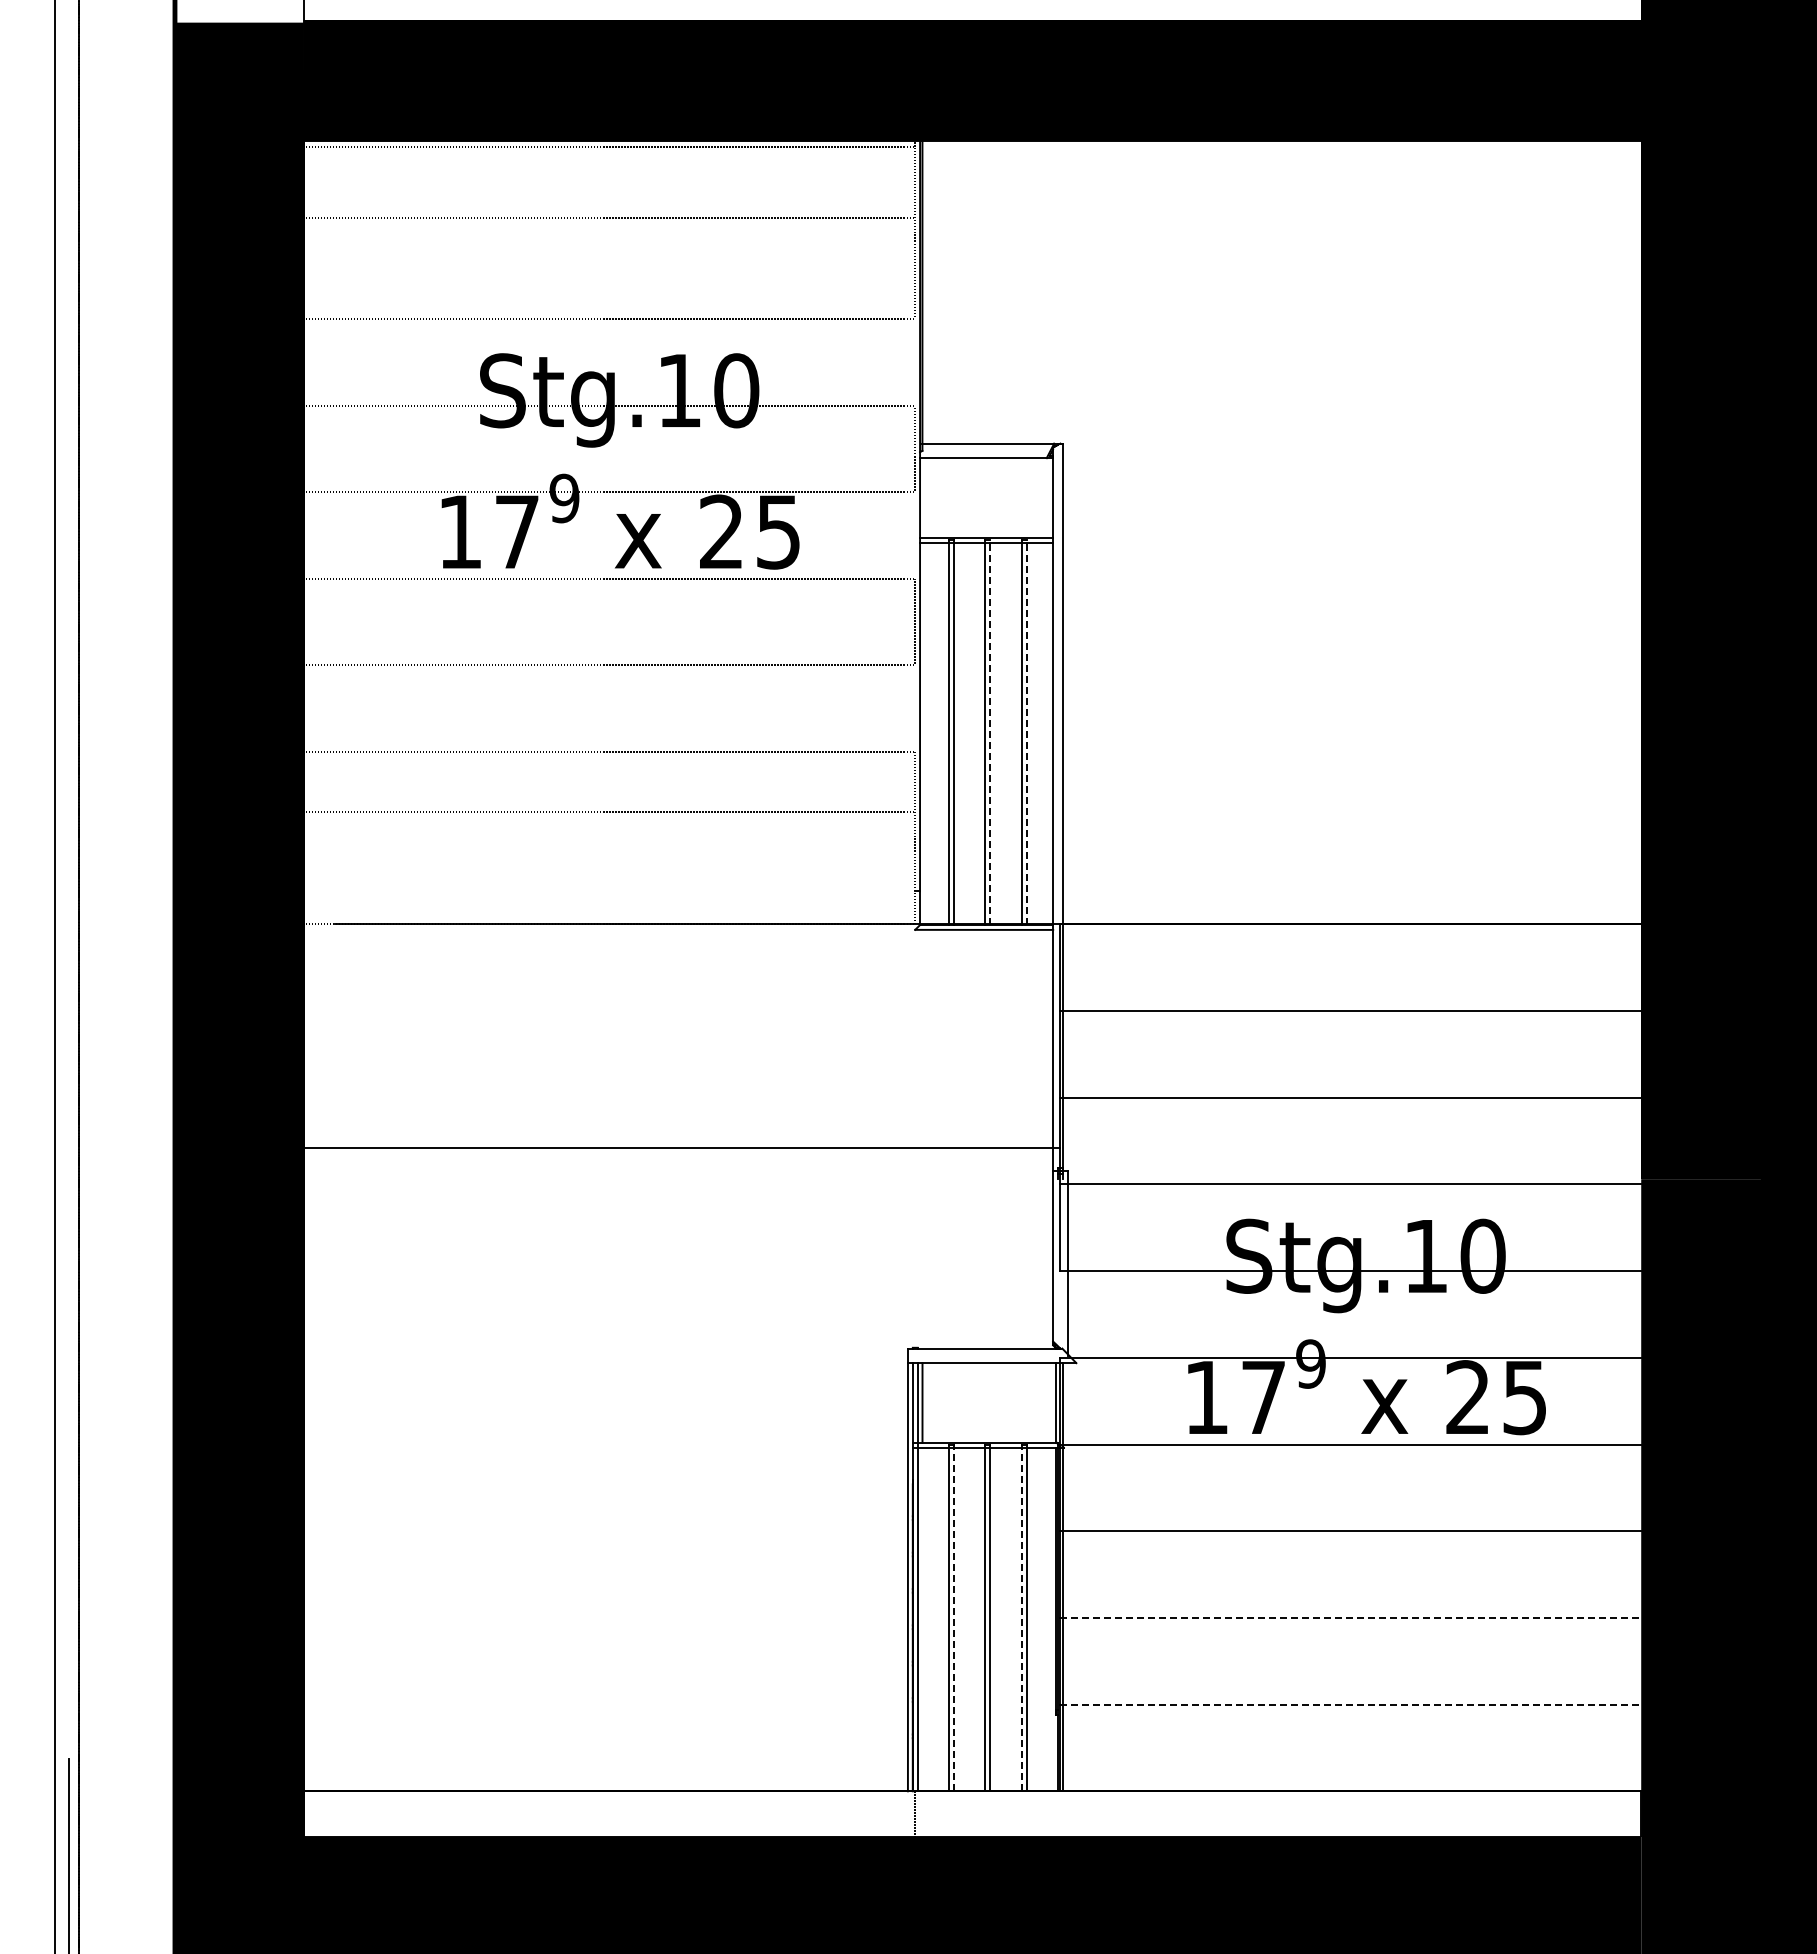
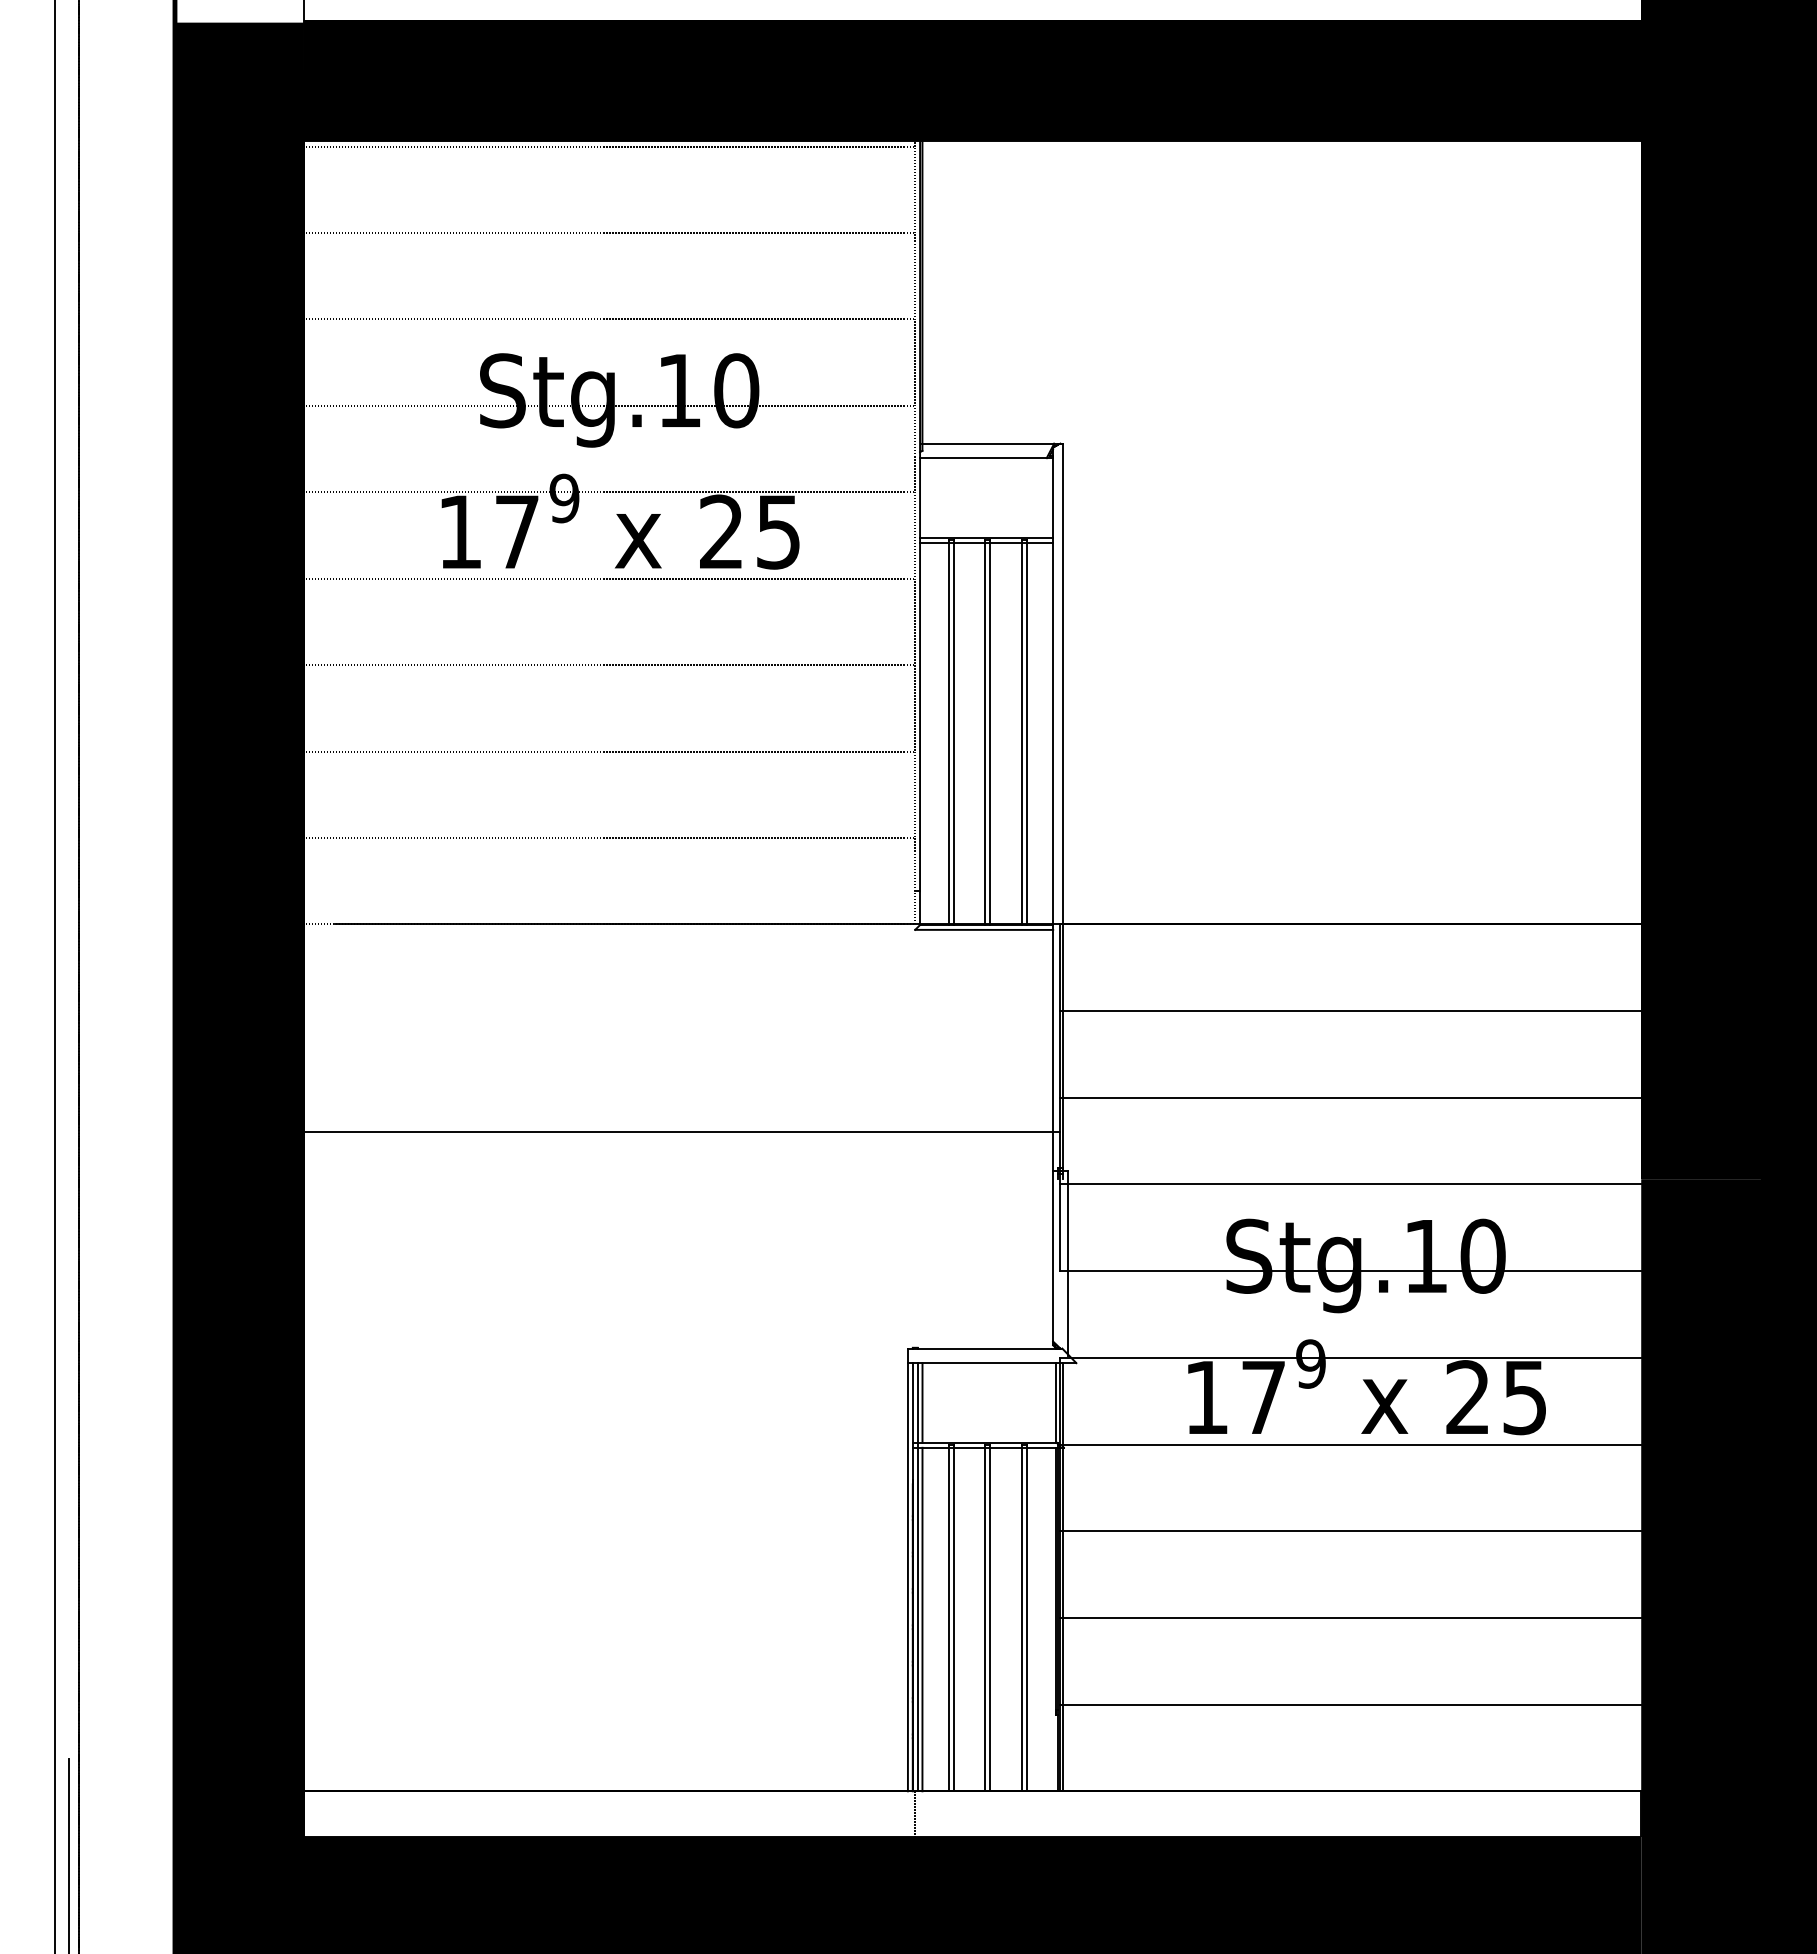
line at (609, 218) position: (609, 218) -> (609, 233)
line at (915, 362): none -> present
line at (915, 535): none -> present
line at (915, 708): none -> present
line at (990, 732): dashed -> solid
line at (1026, 732): dashed -> solid
line at (609, 811) position: (609, 811) -> (609, 837)
line at (681, 1148) position: (681, 1148) -> (681, 1132)
line at (1351, 1617): dashed -> solid
line at (922, 1619): none -> present
line at (953, 1619): dashed -> solid
line at (1021, 1619): dashed -> solid
line at (1351, 1704): dashed -> solid
